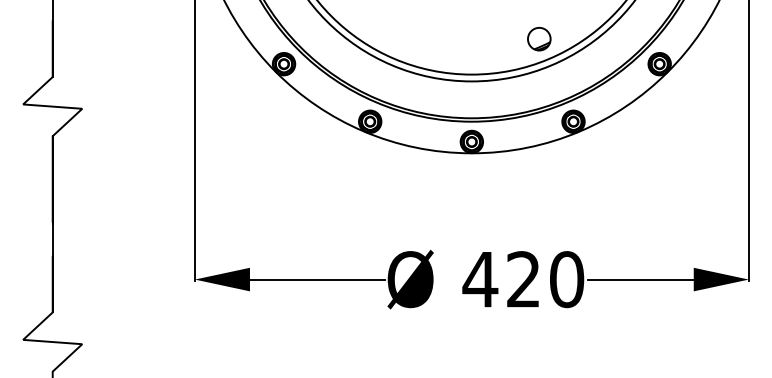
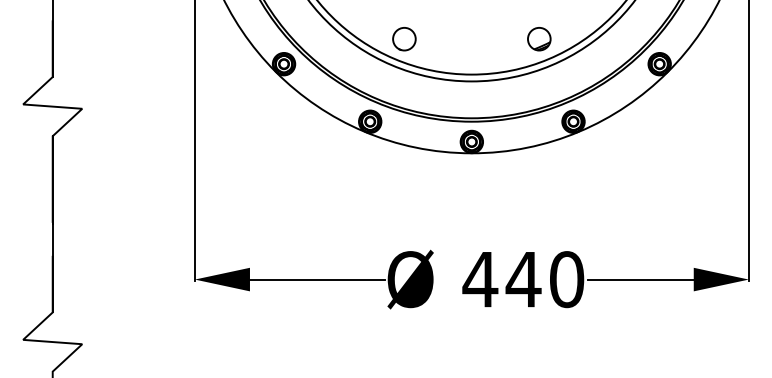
circle at (404, 39): none -> present
text at (523, 279): 420 -> 440
